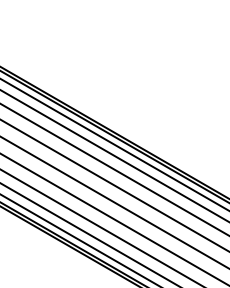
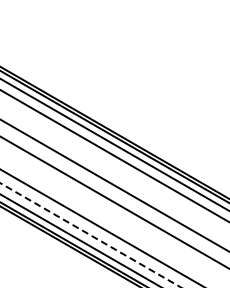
line at (114, 169): present -> none
line at (114, 219): present -> none
line at (91, 235): solid -> dashed
